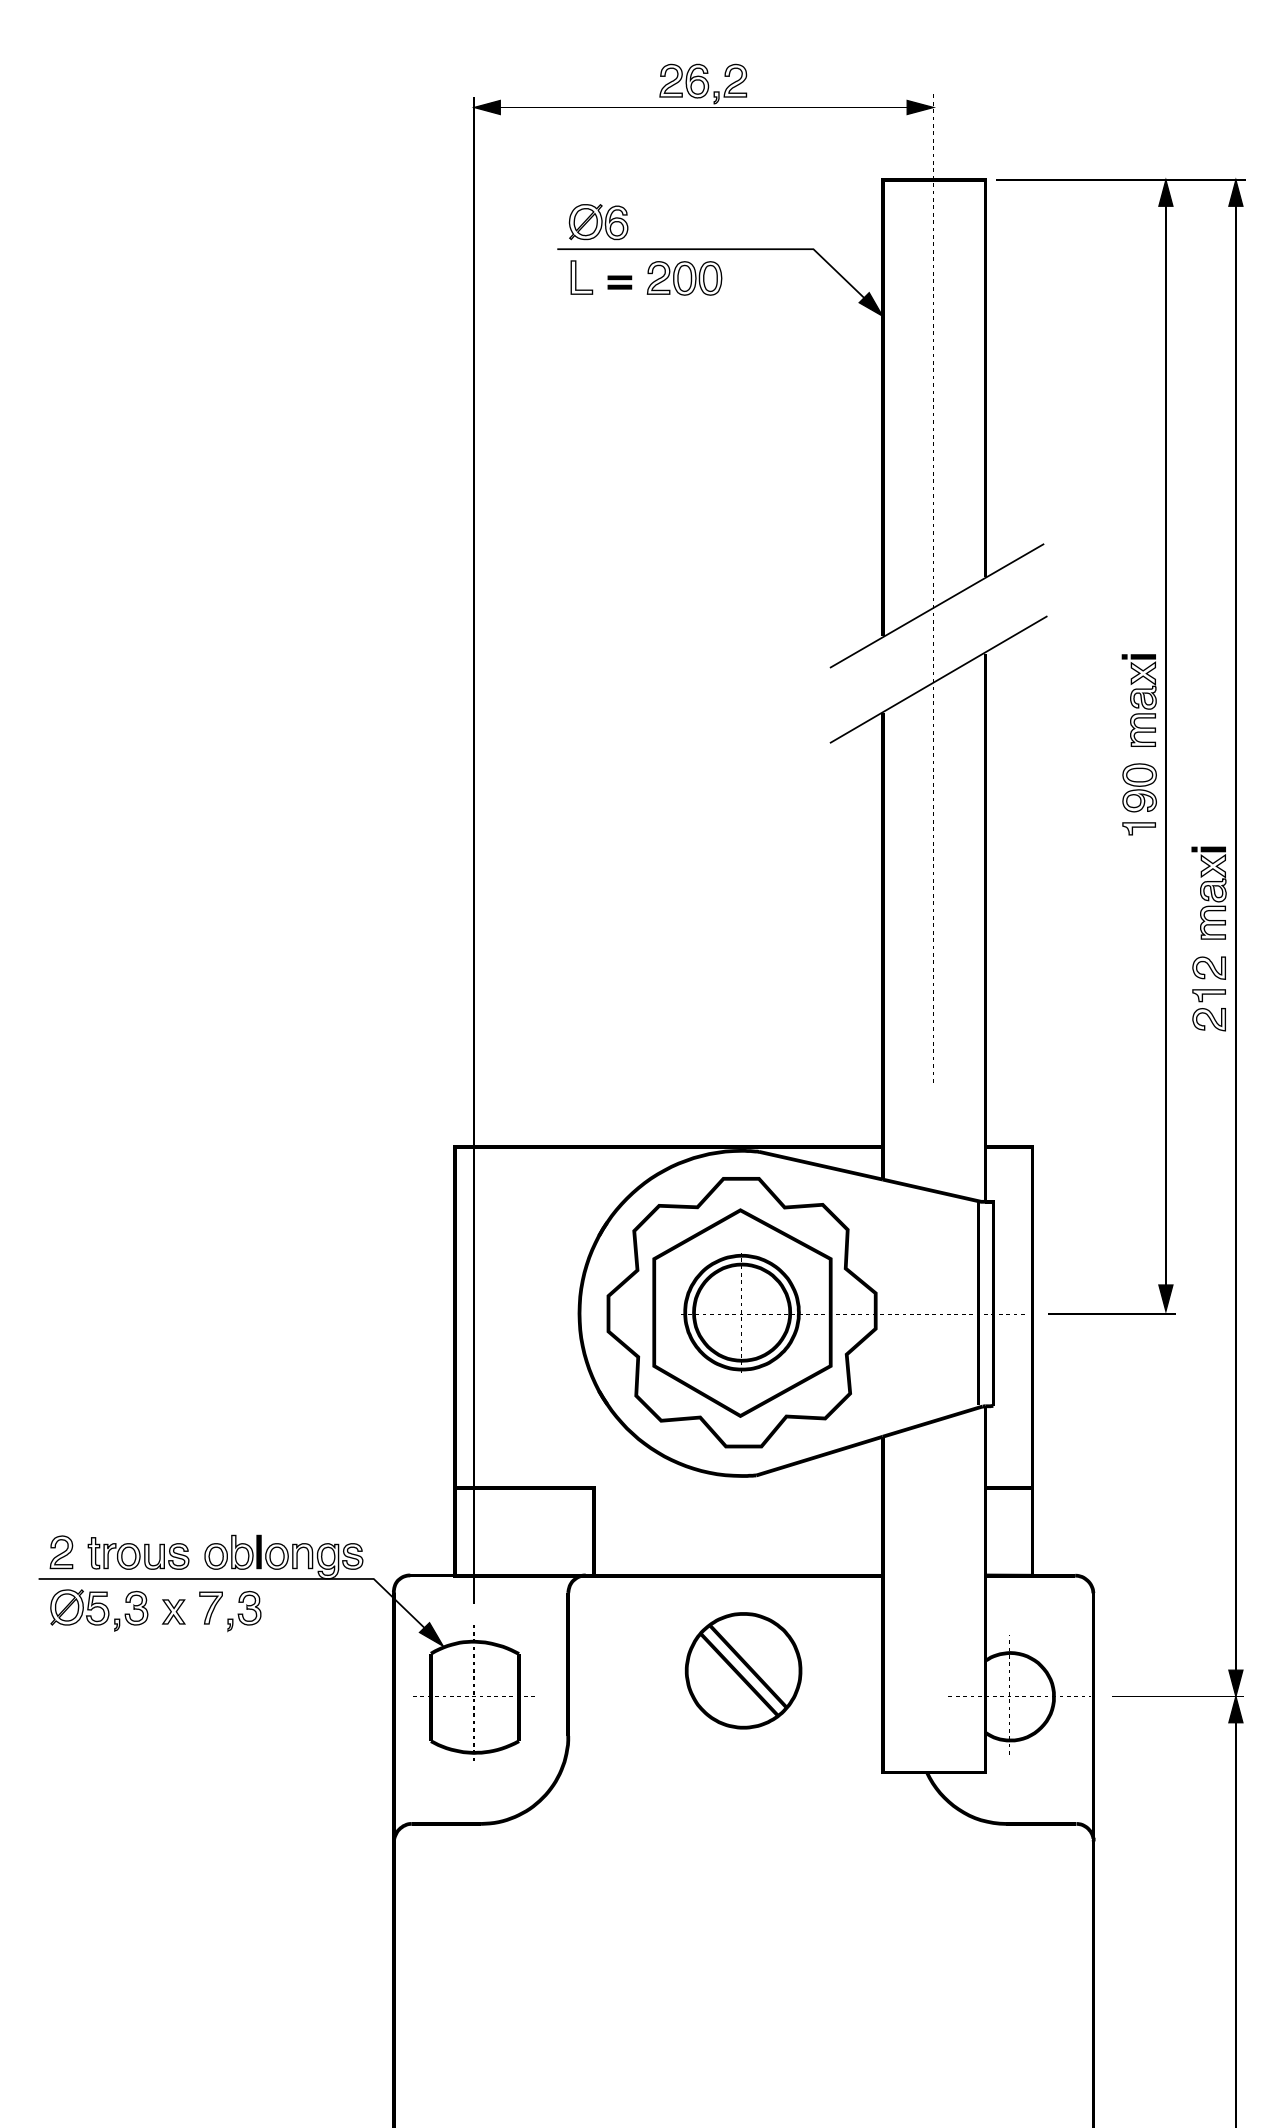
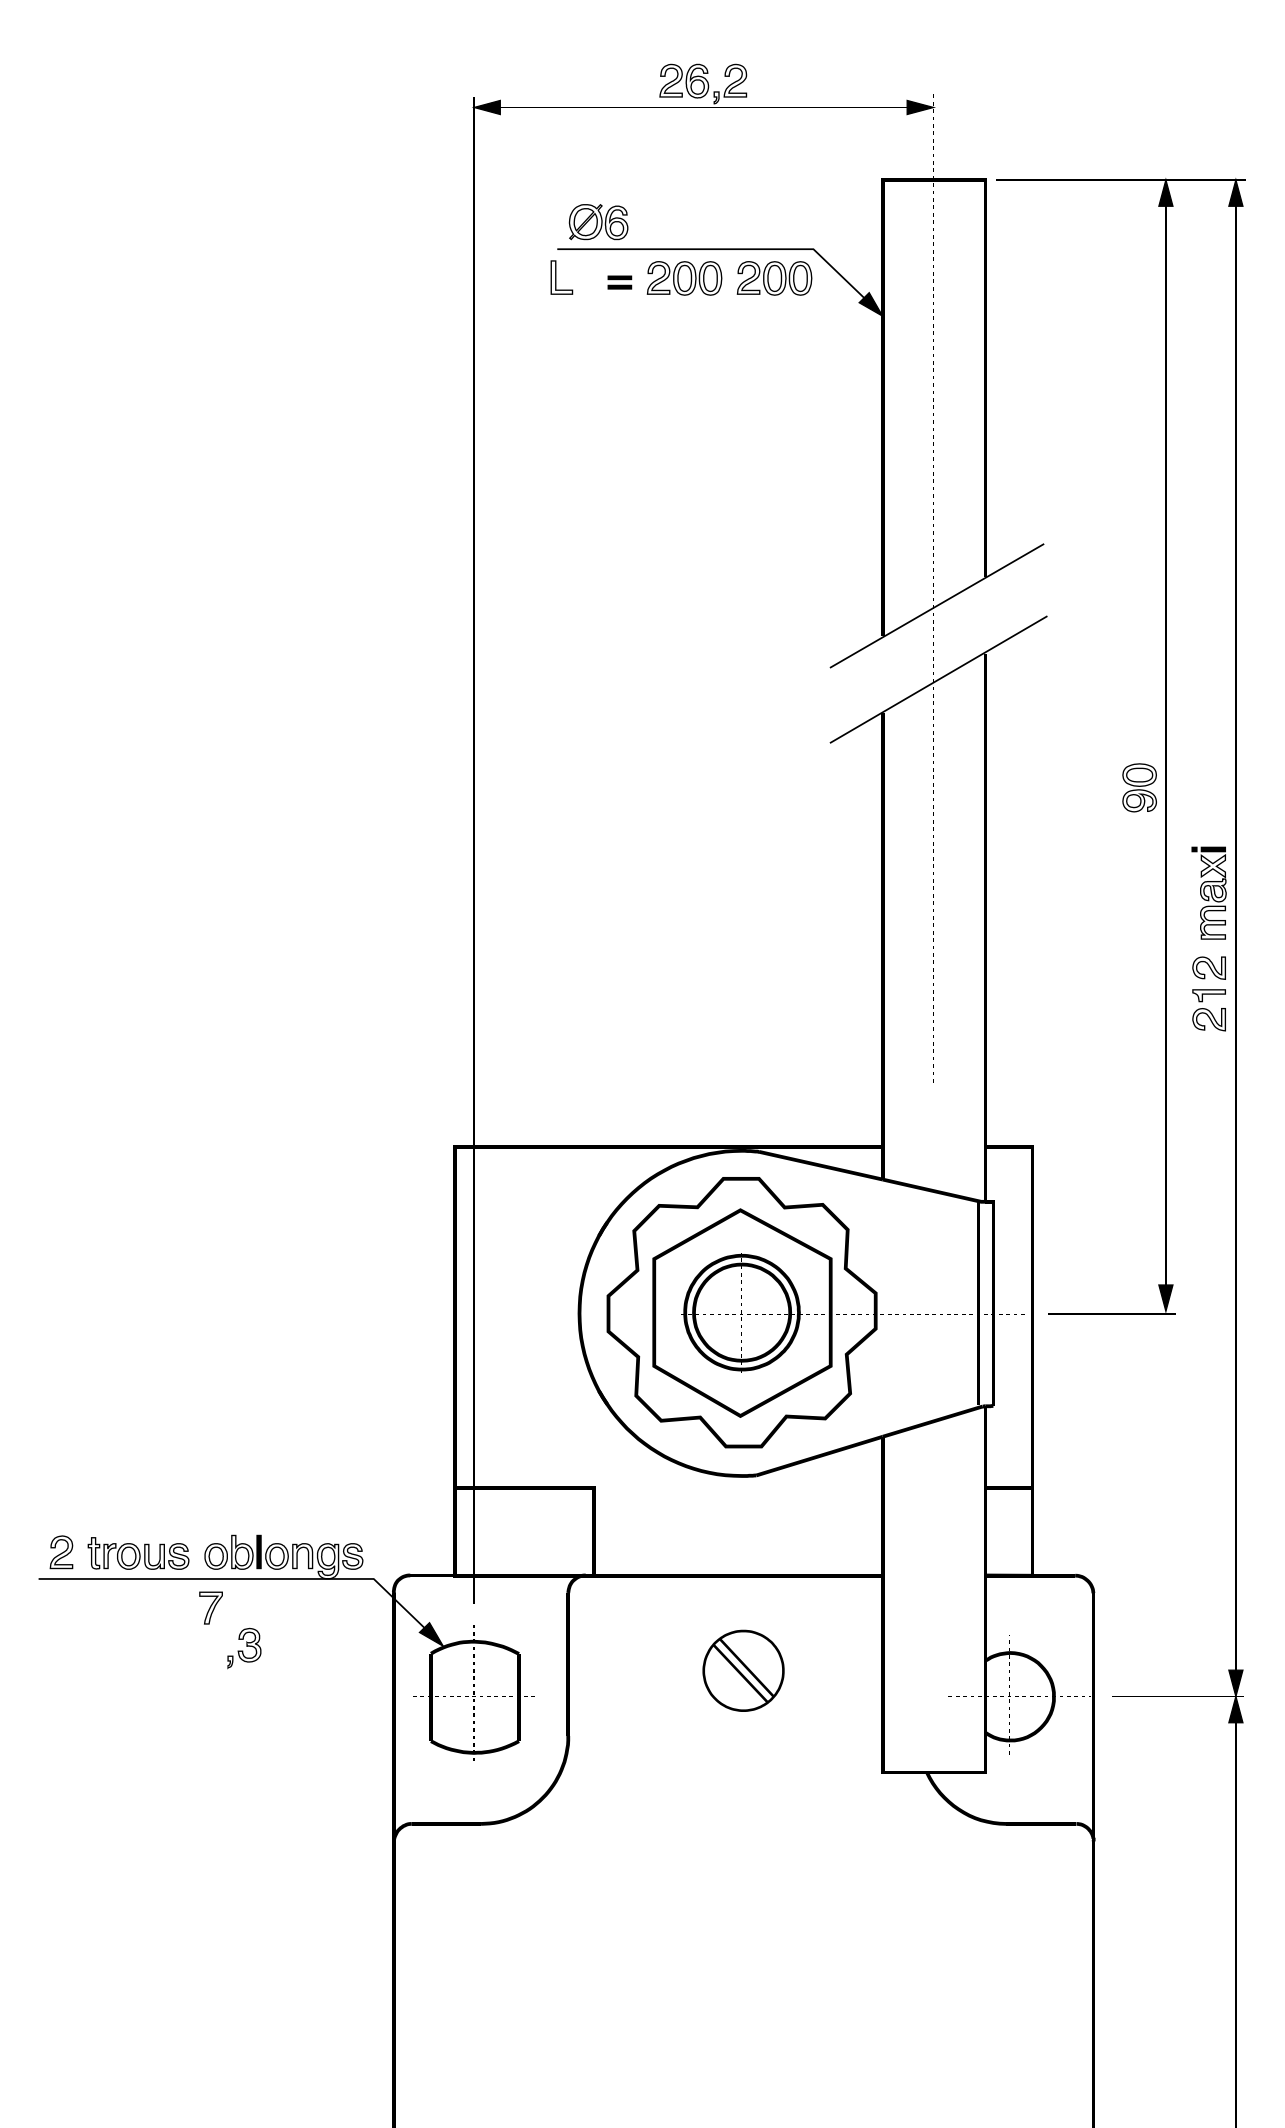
part at (581, 277) position: (581, 277) -> (561, 277)
part at (774, 278): none -> present
part at (1138, 700): present -> none
part at (1138, 828): present -> none
part at (99, 1610): present -> none
part at (173, 1611): present -> none
part at (244, 1611) position: (244, 1611) -> (244, 1648)
part at (743, 1670) size: 119x118 px -> 83x83 px
